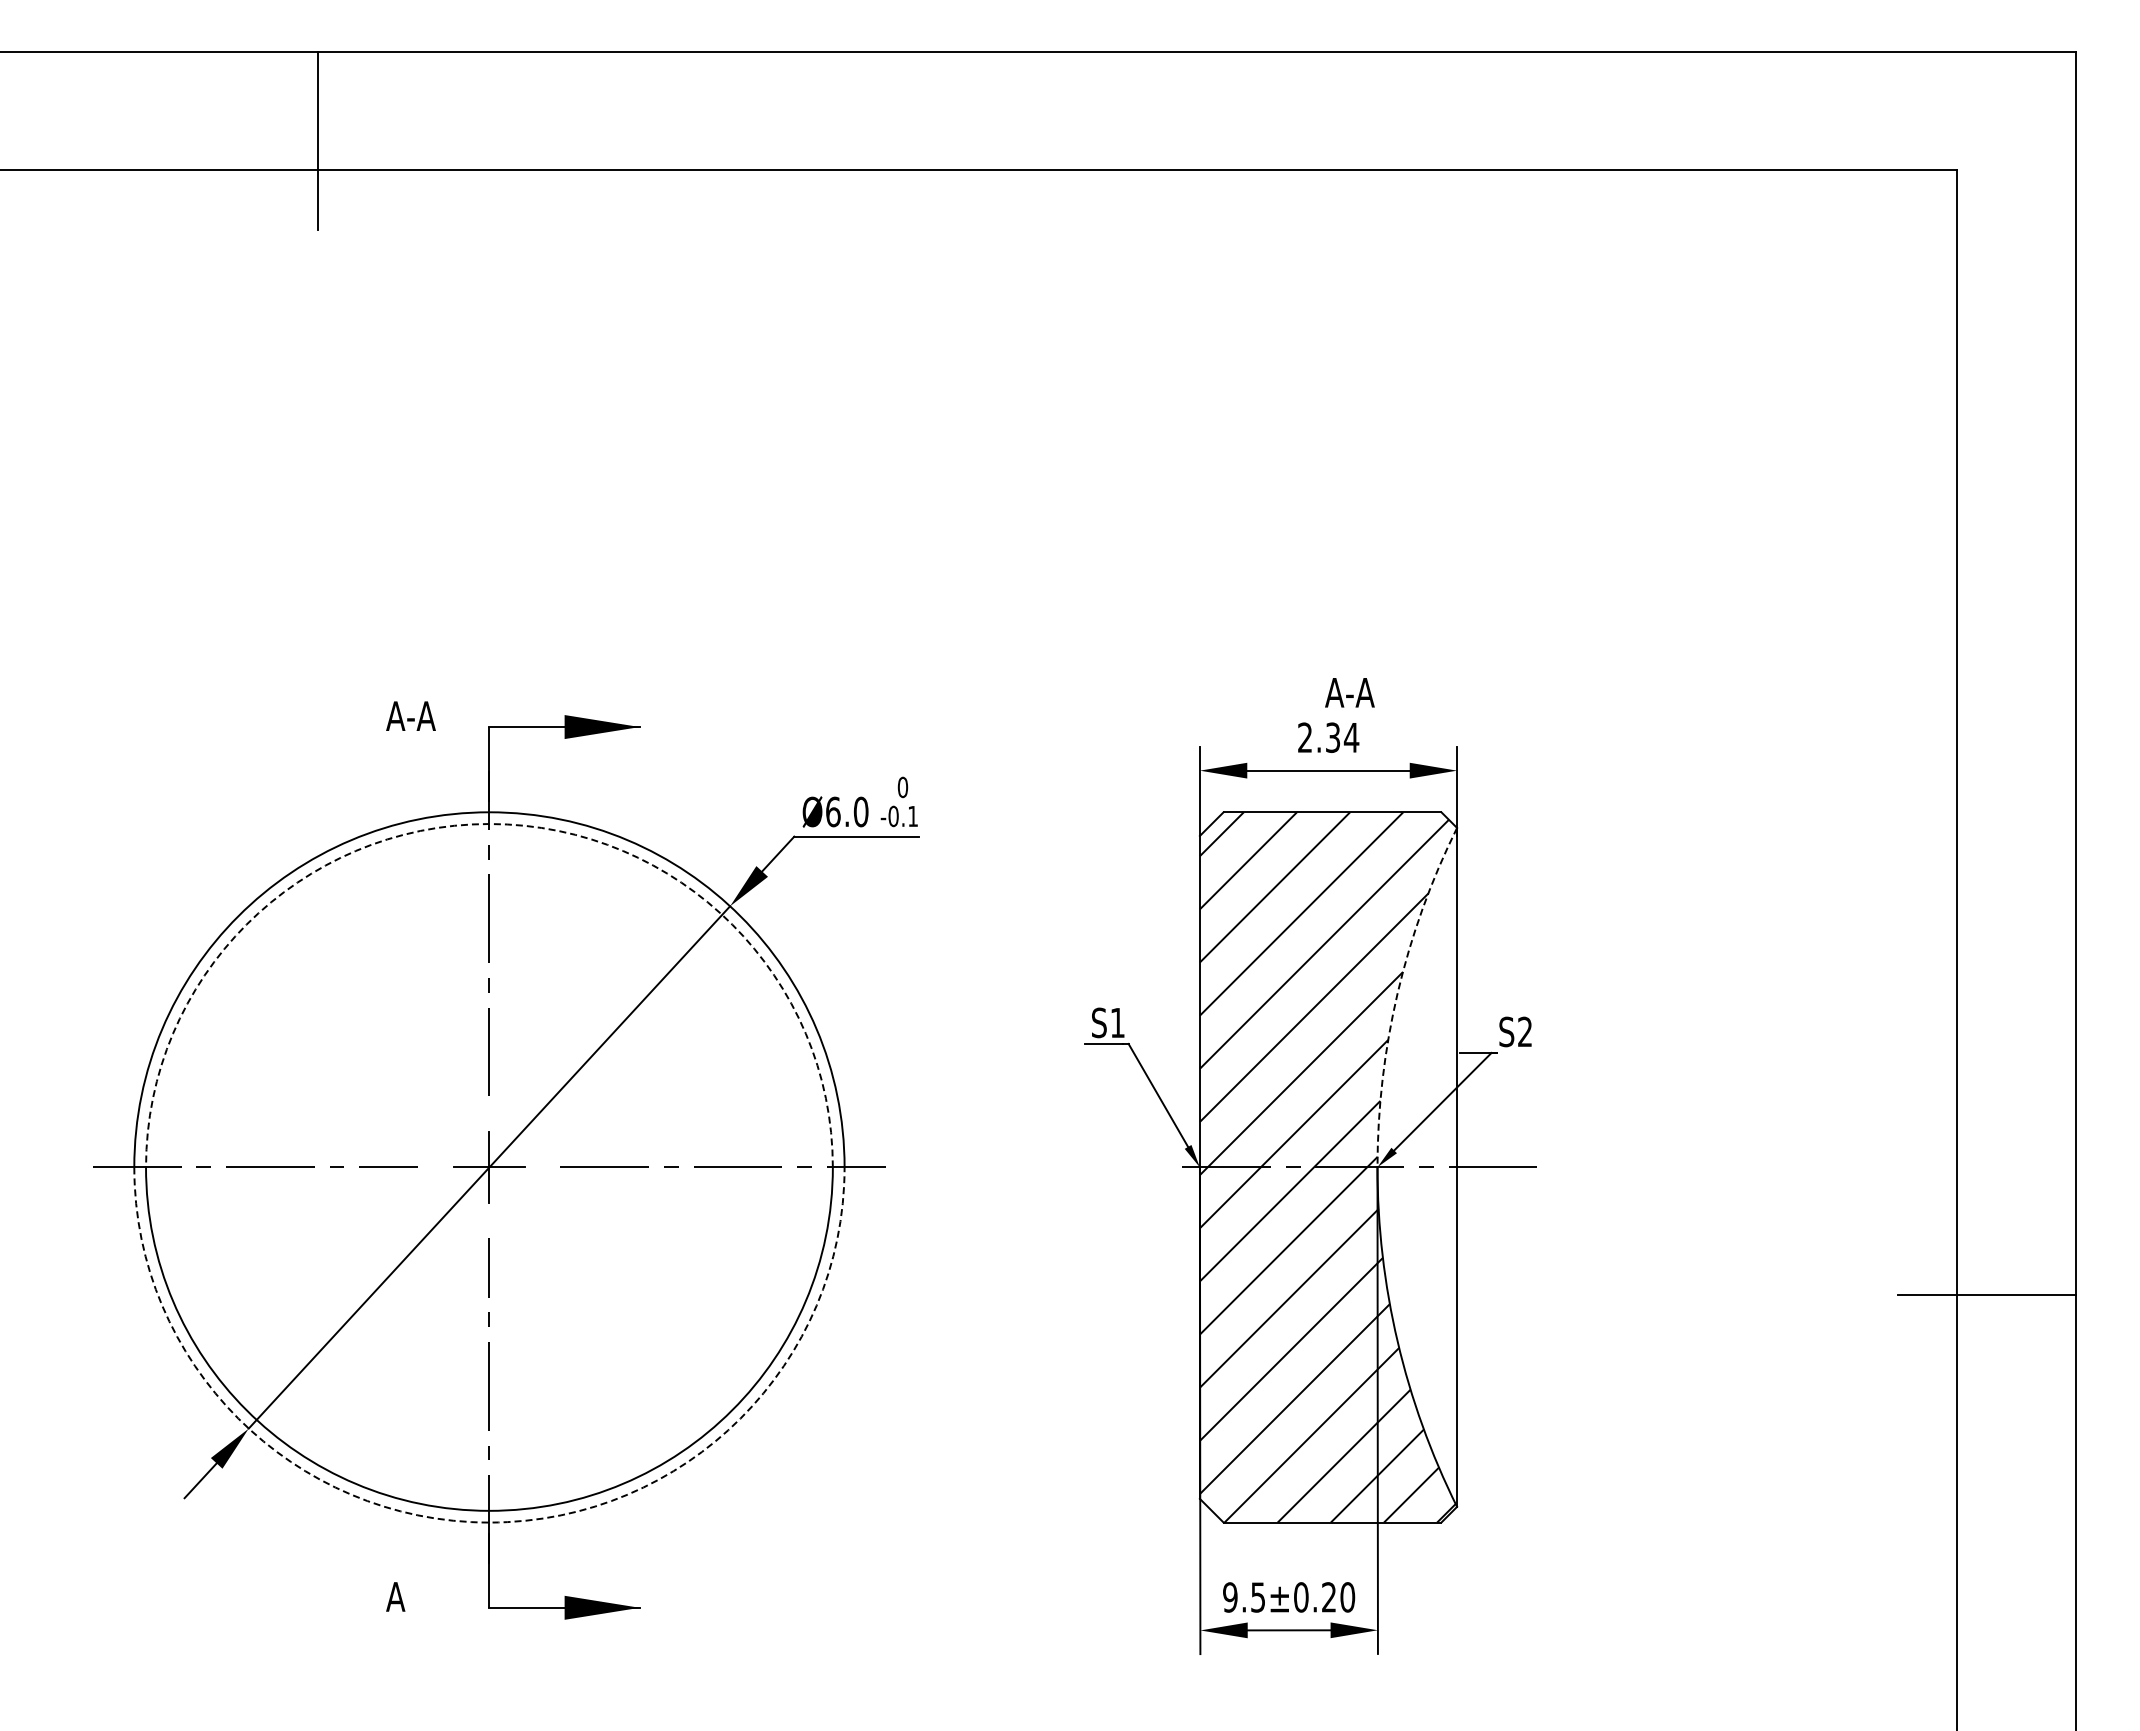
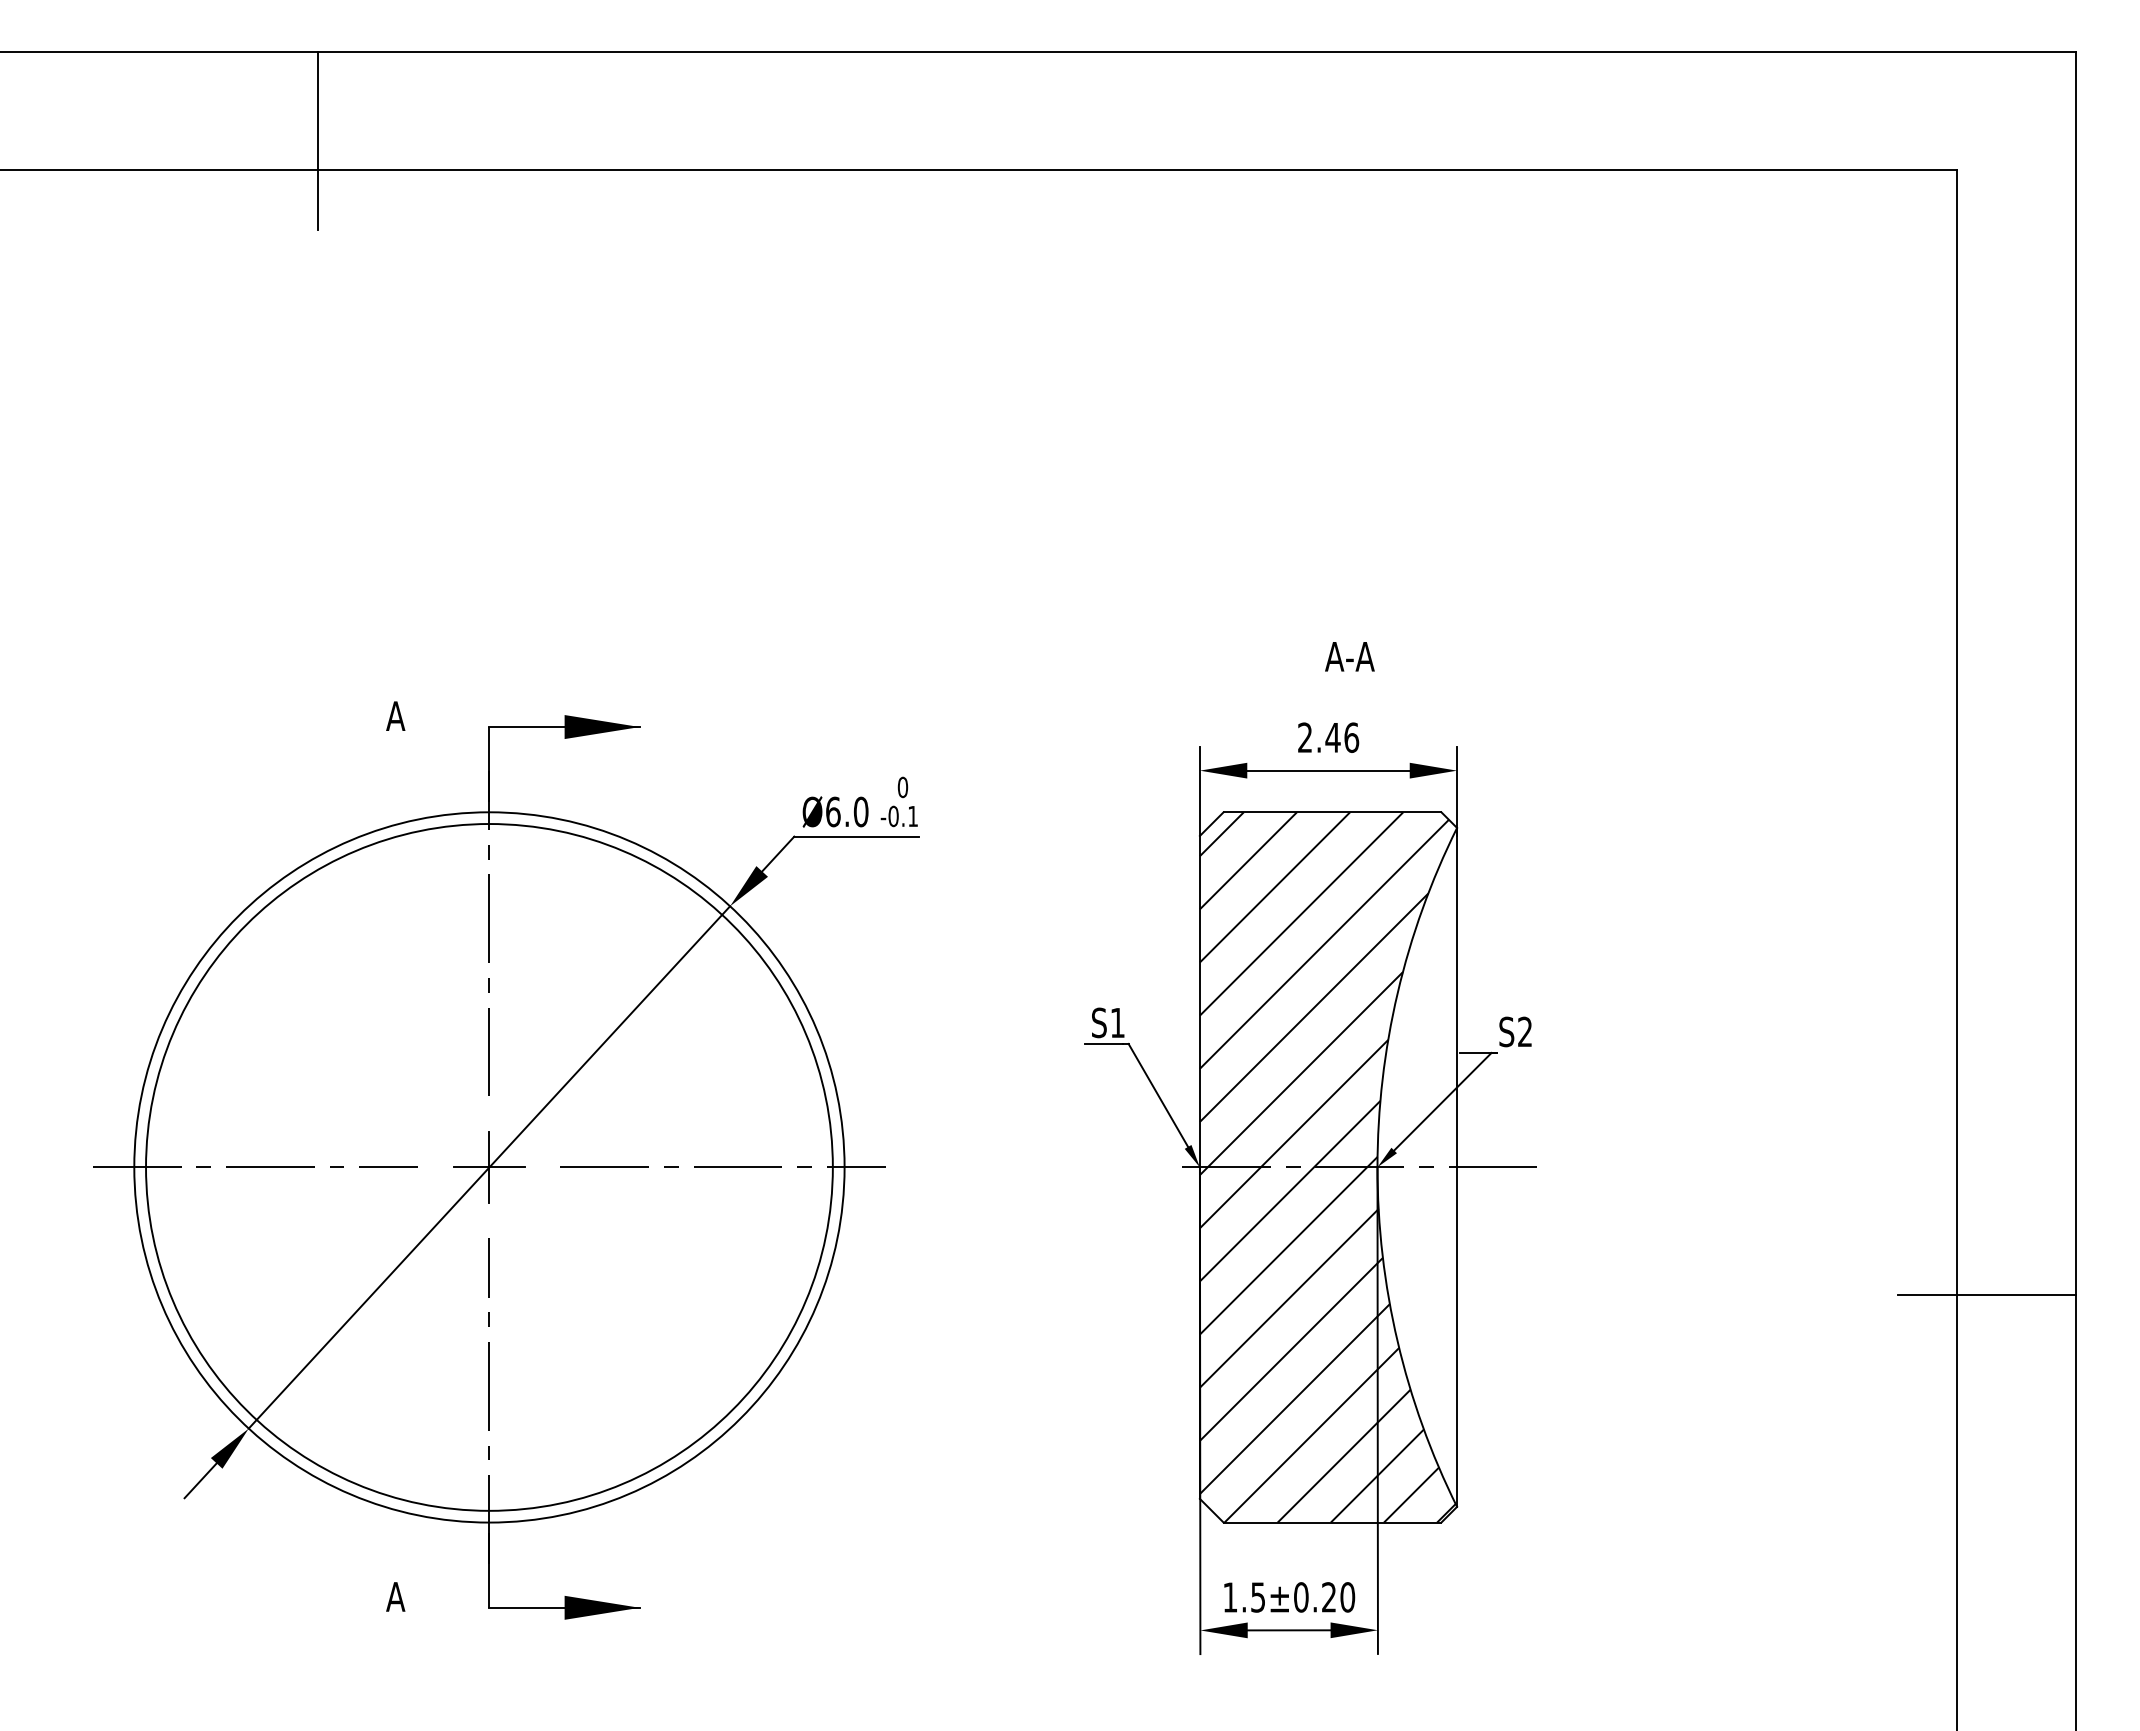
text at (1349, 692) position: (1349, 692) -> (1349, 656)
text at (421, 715): A-A -> A
text at (1342, 737): 2.34 -> 2.46
arc at (489, 824): dashed -> solid
arc at (1397, 993): dashed -> solid
arc at (489, 1522): dashed -> solid
text at (1230, 1597): 9.5±0.20 -> 1.5±0.20
